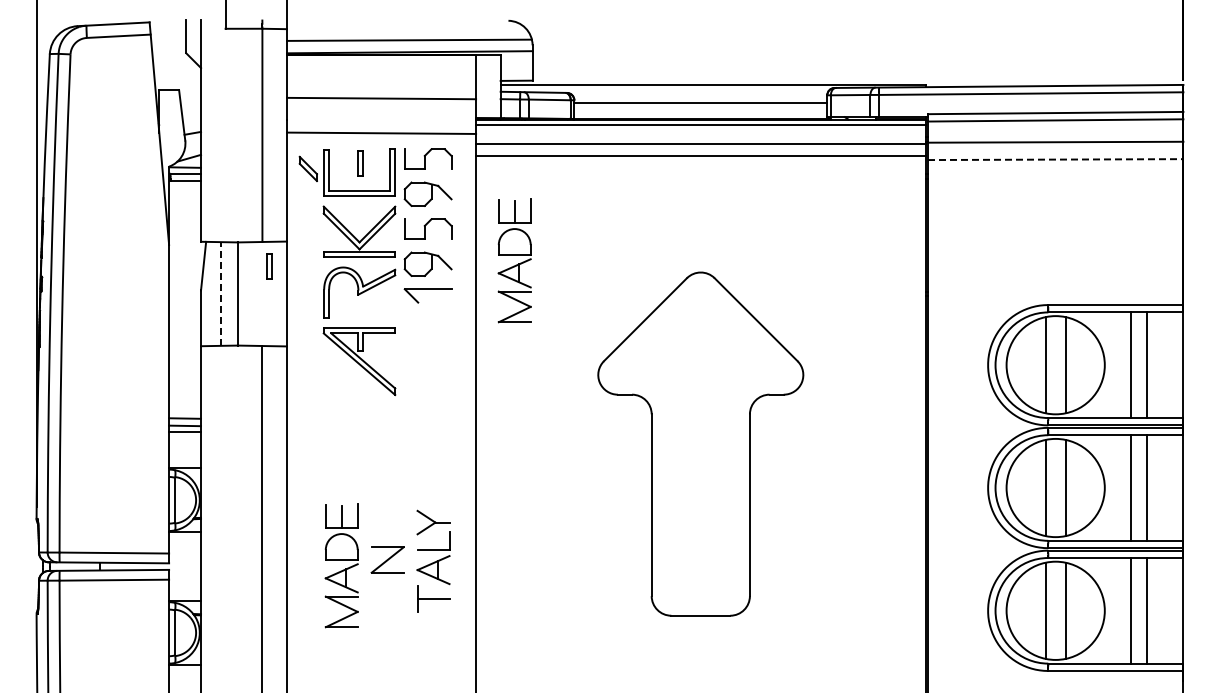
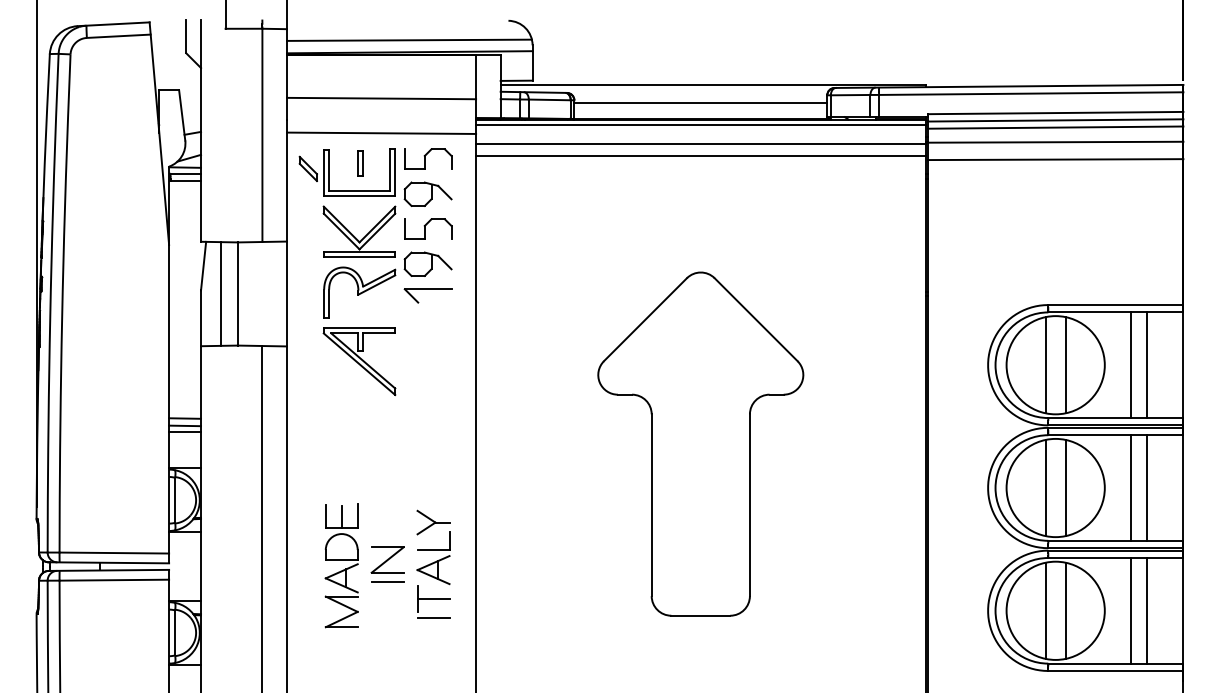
line at (1055, 127): none -> present
line at (1055, 159): dashed -> solid
part at (514, 260): present -> none
part at (269, 266): present -> none
line at (220, 294): dashed -> solid
line at (387, 582): none -> present
line at (433, 618): none -> present
